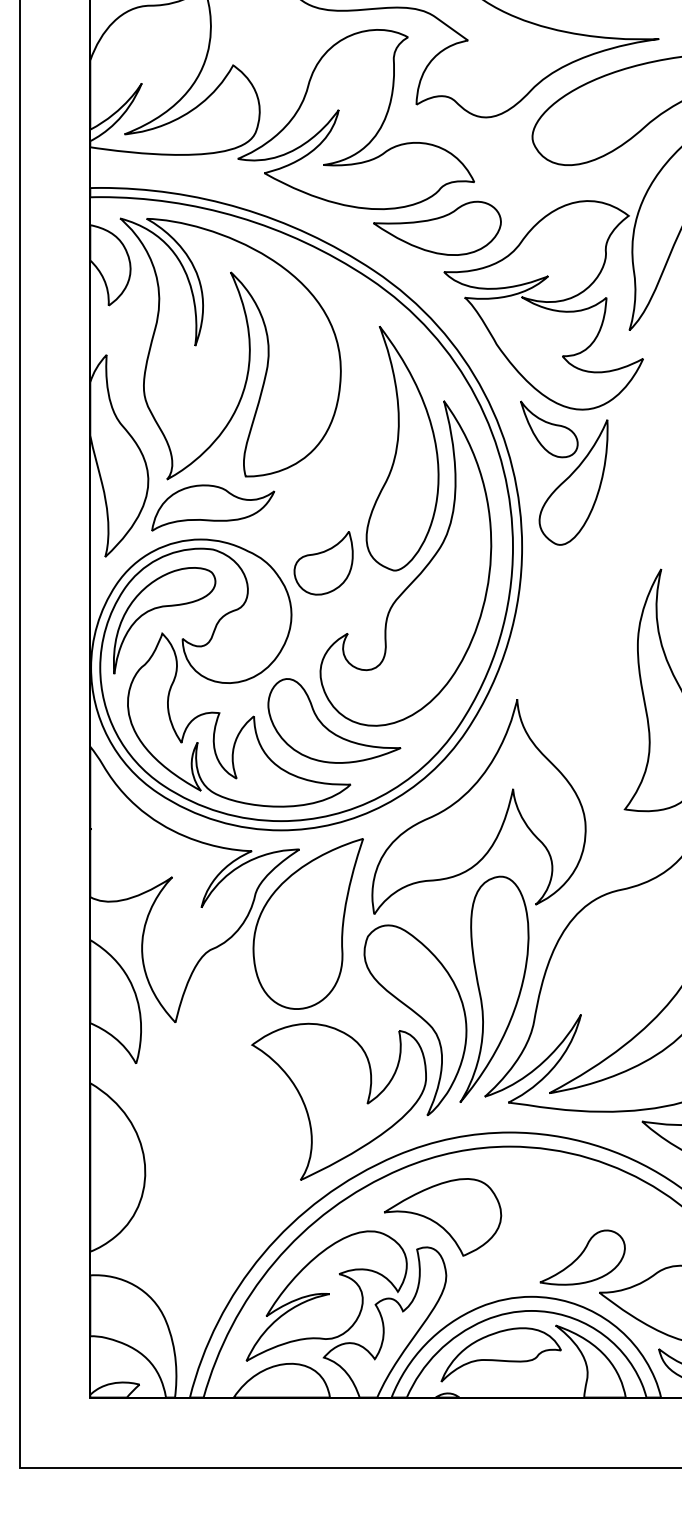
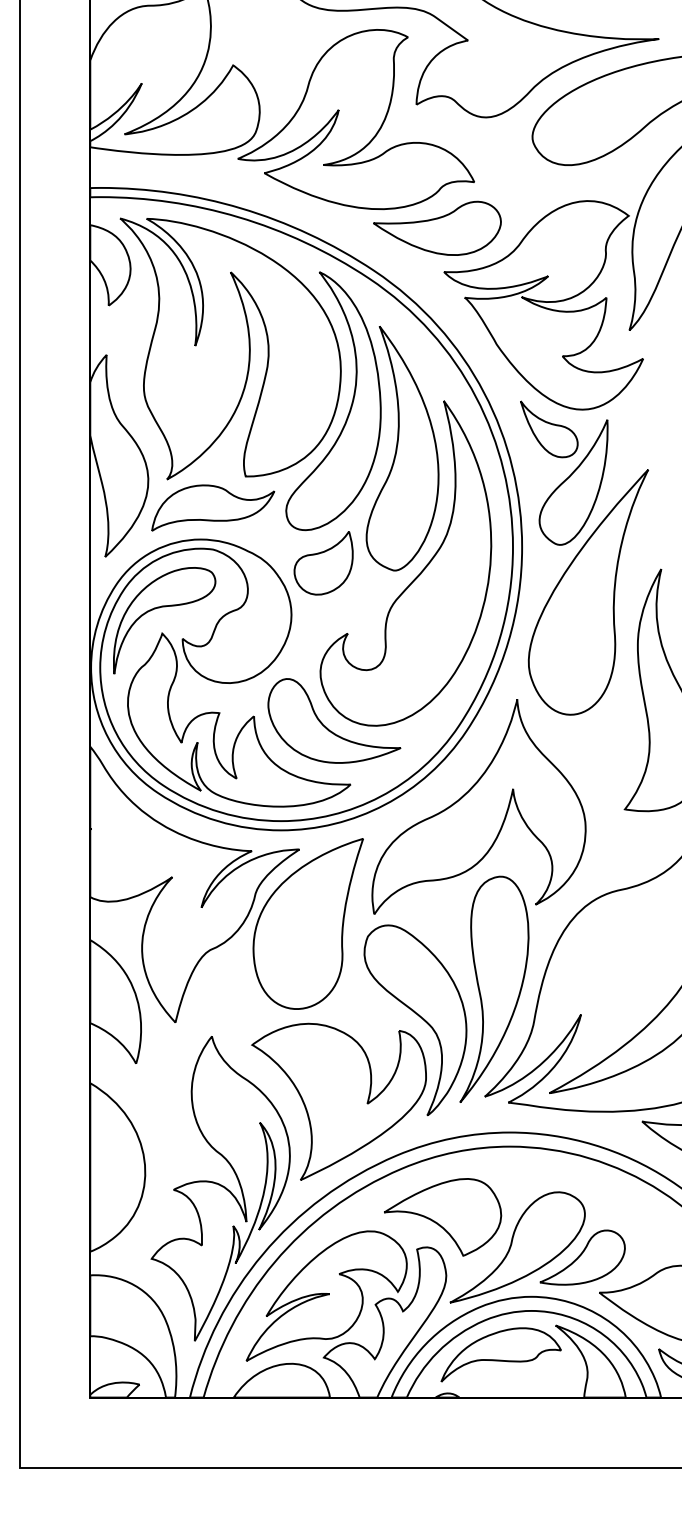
part at (350, 405): none -> present
part at (588, 592): none -> present
part at (220, 1188): none -> present
part at (517, 1247): none -> present
